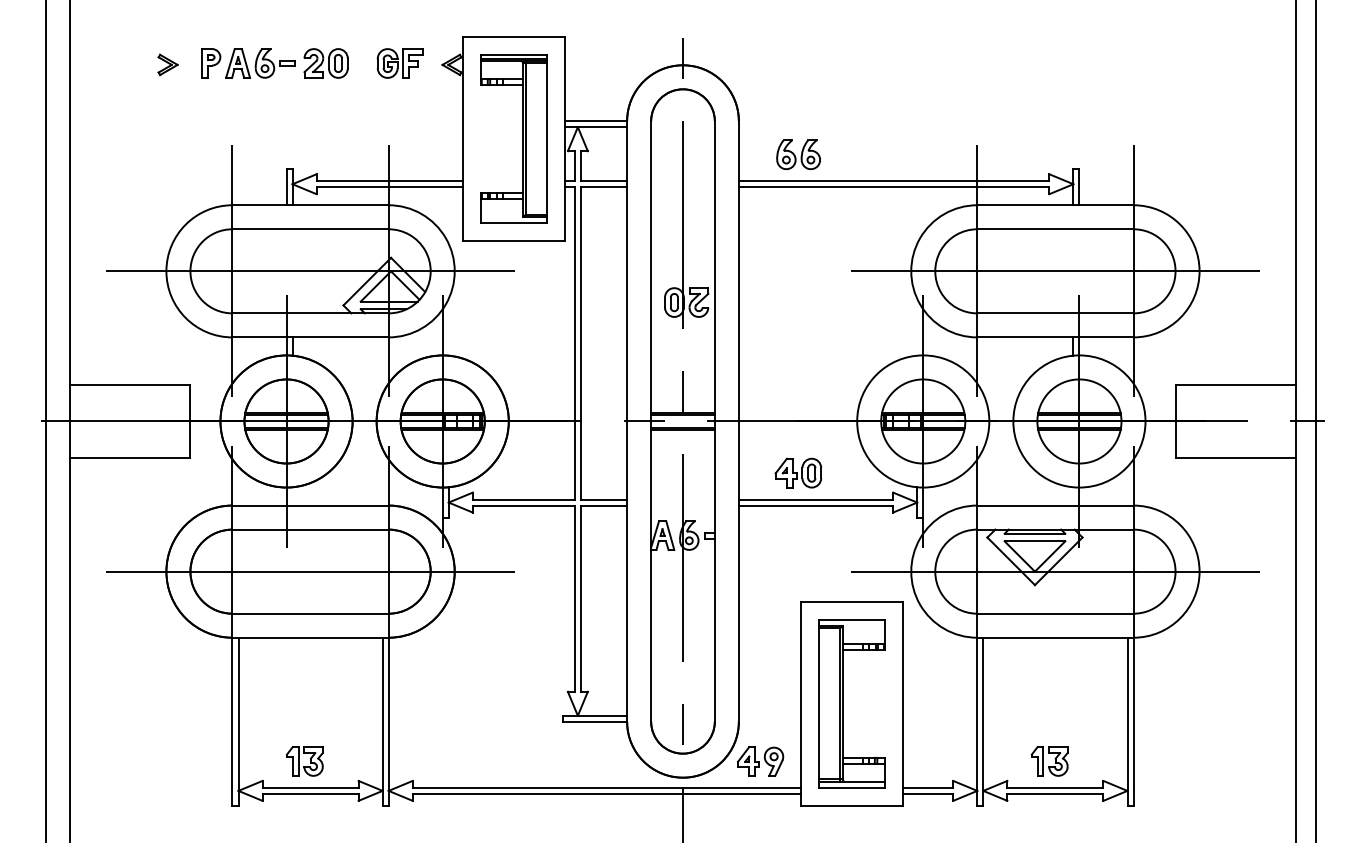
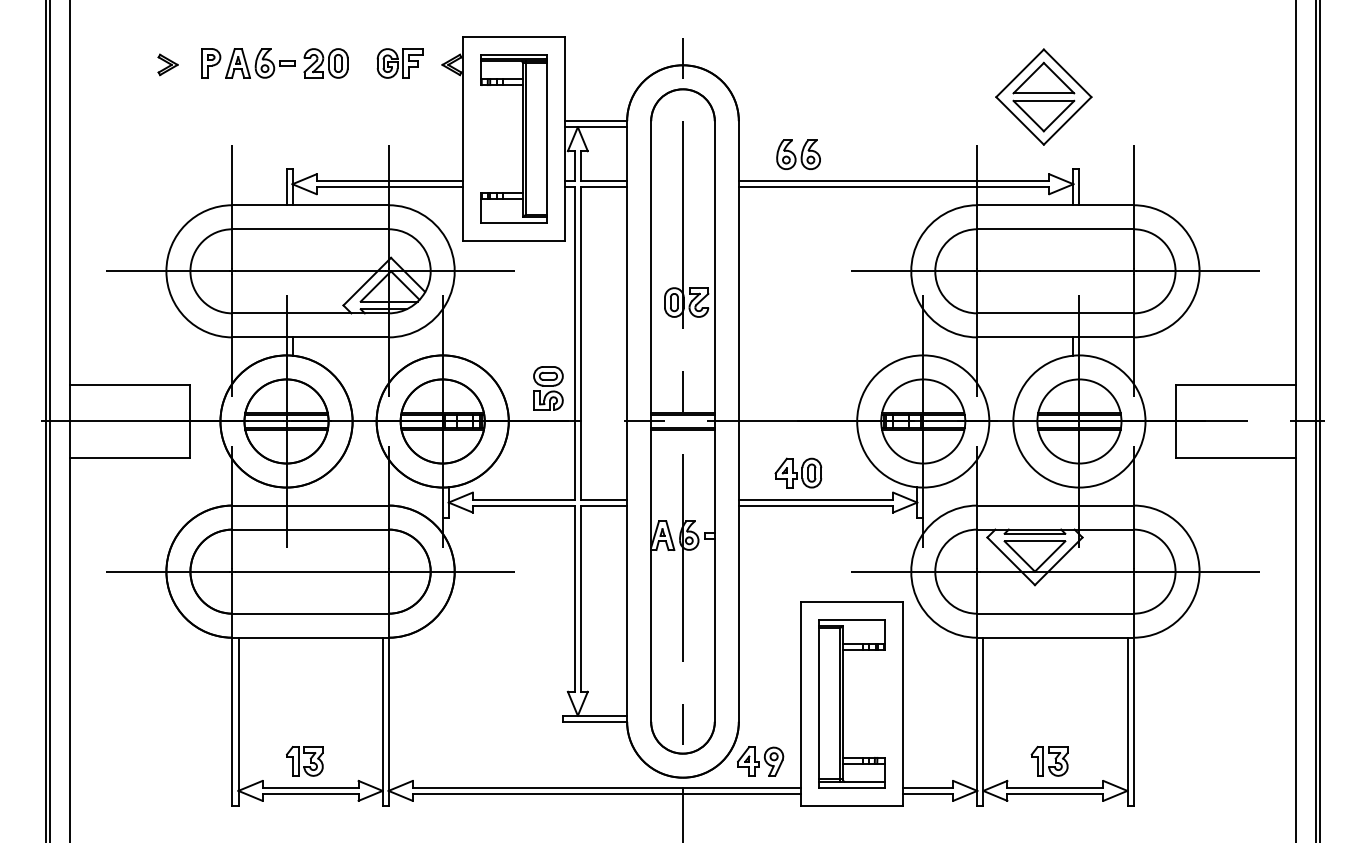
part at (1043, 96): none -> present
part at (548, 388): none -> present
line at (49, 420): none -> present
line at (1319, 420): none -> present
